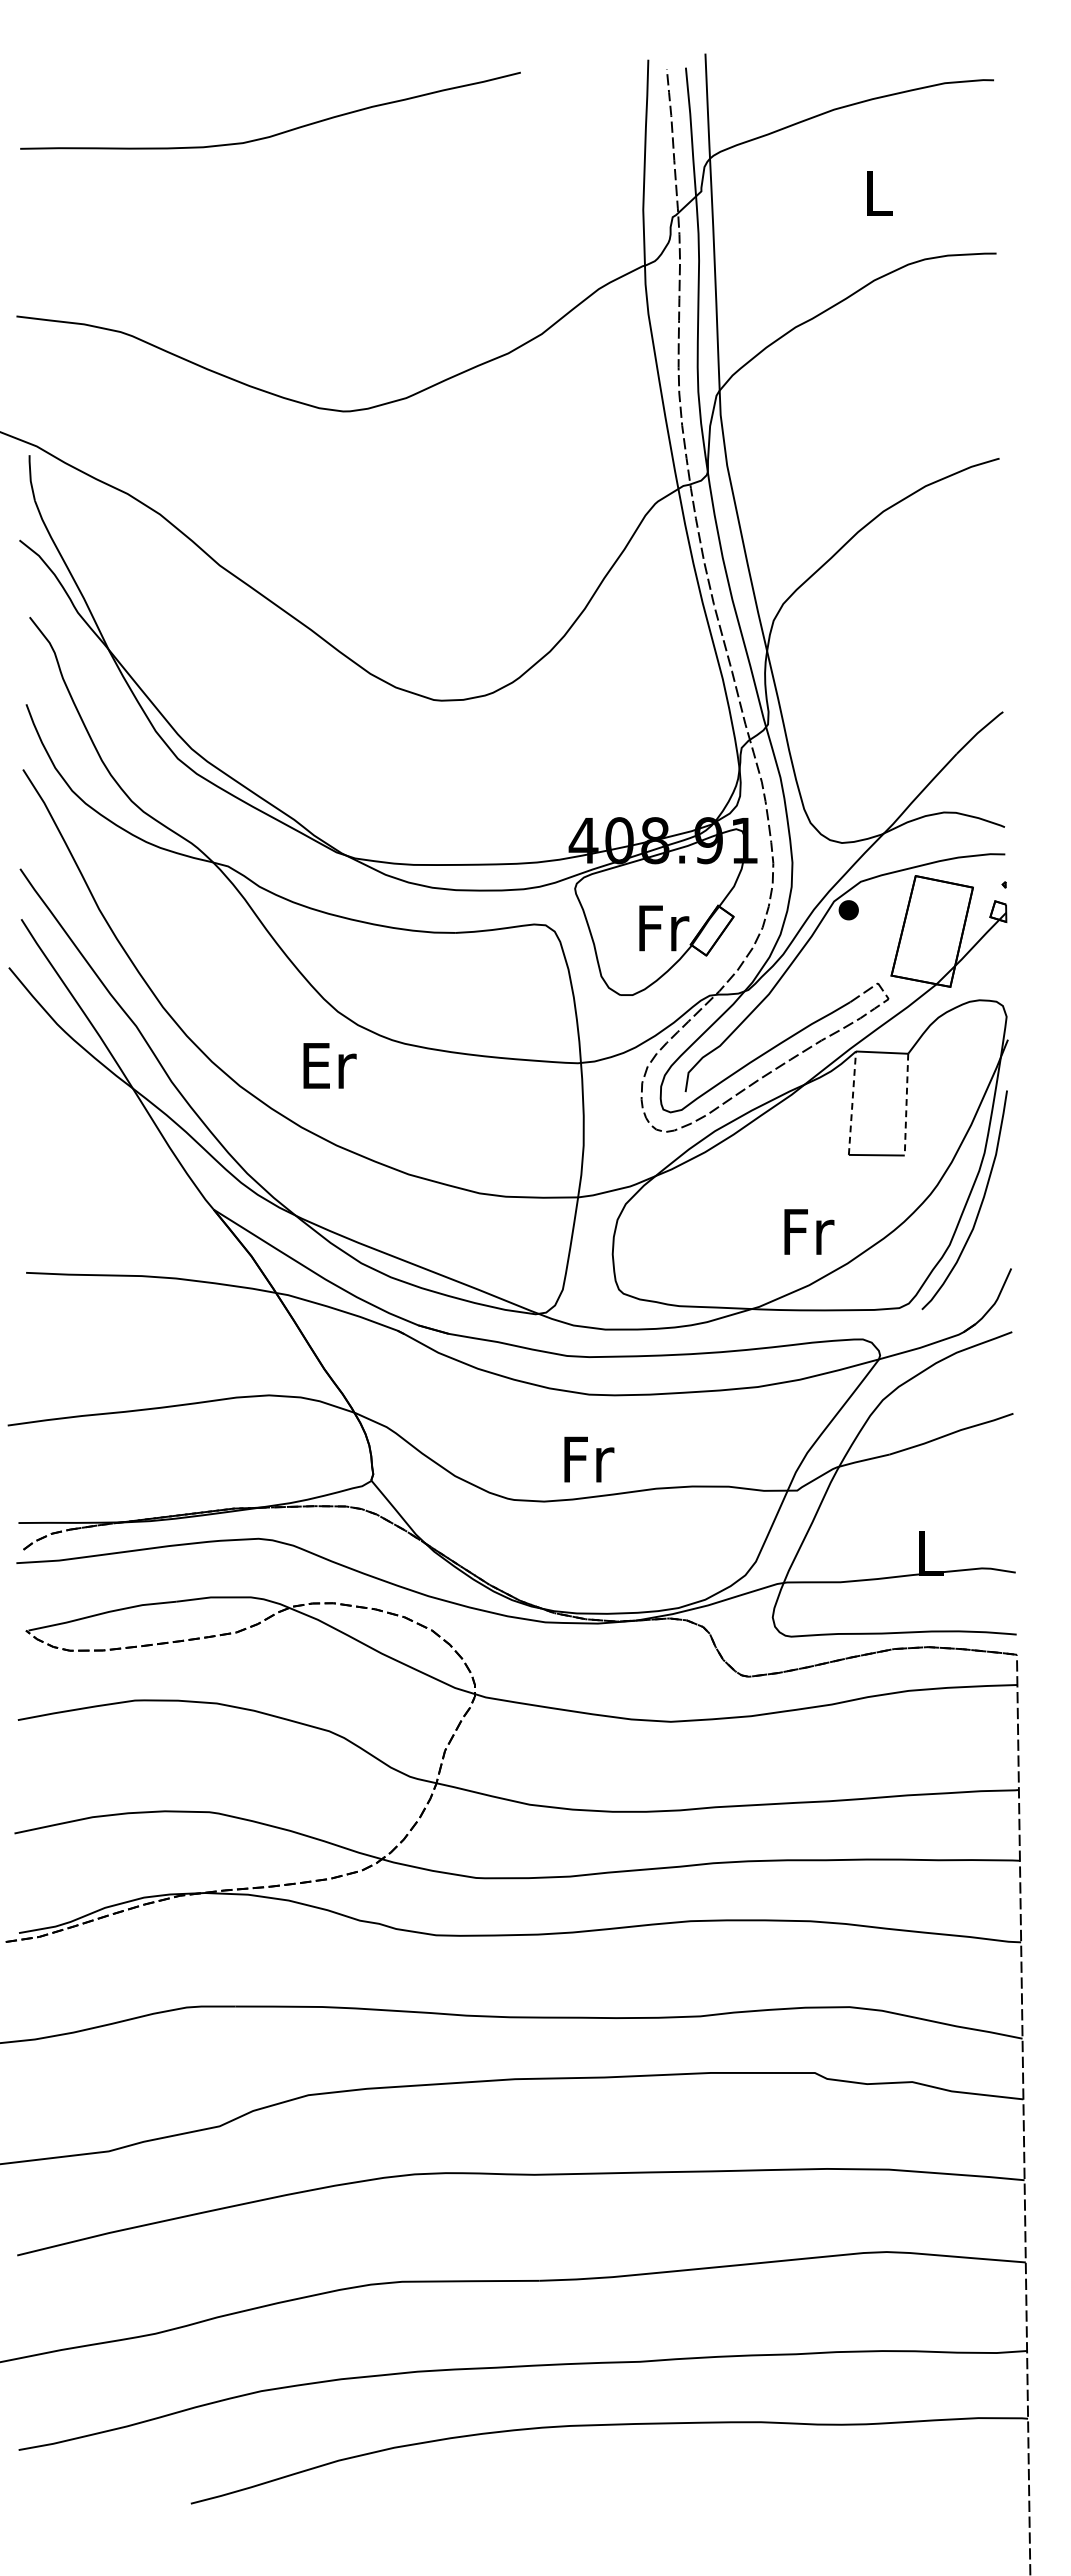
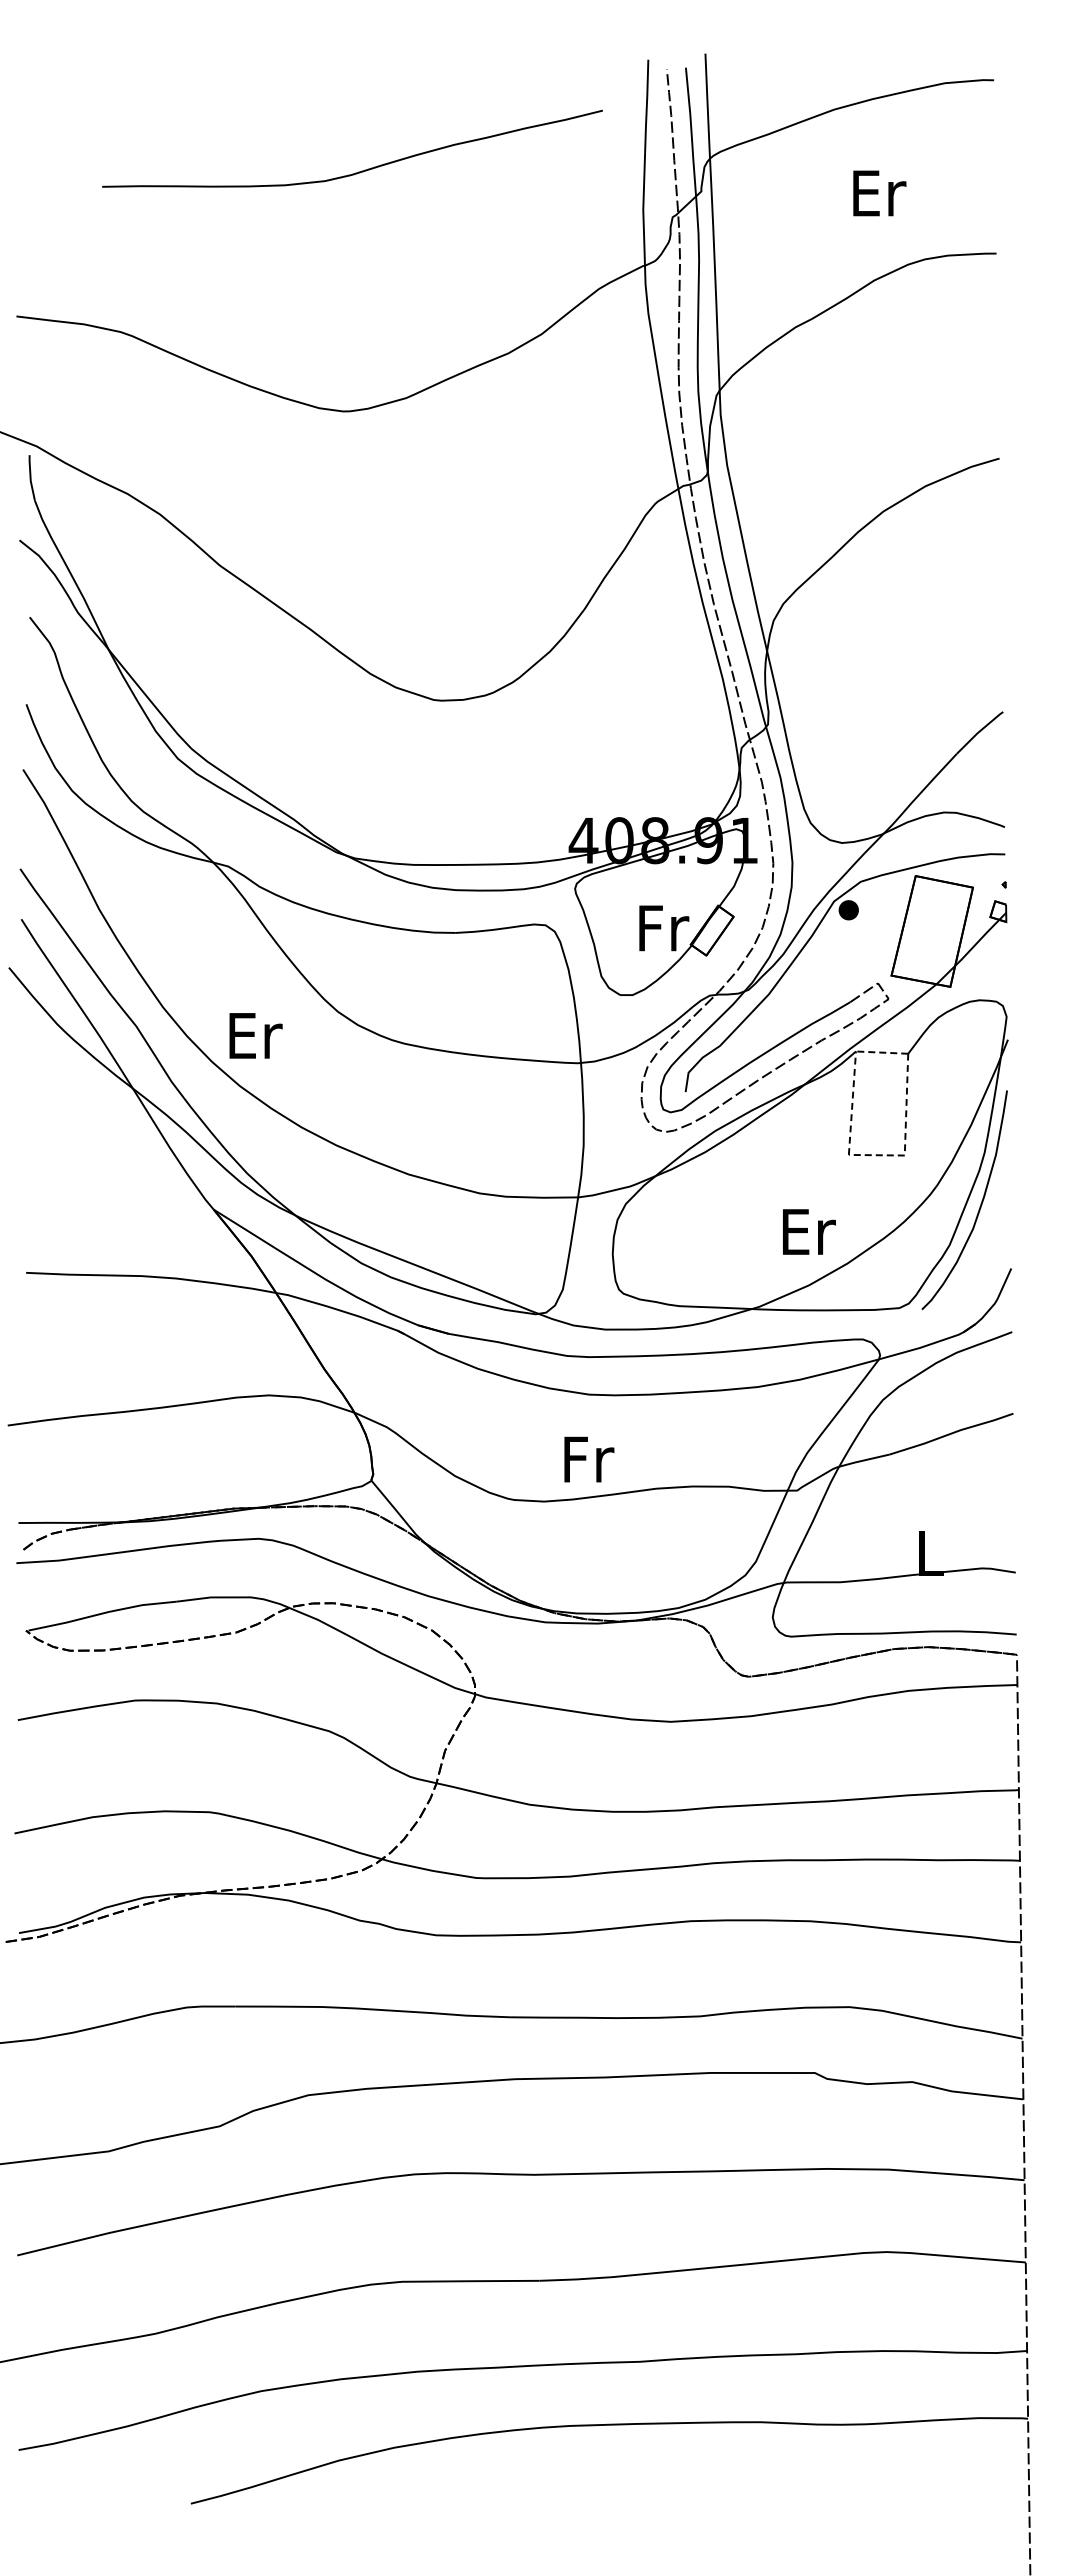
curve at (279, 132) position: (279, 132) -> (361, 170)
text at (879, 193): L -> Er
line at (881, 1052): solid -> dashed
text at (329, 1065) position: (329, 1065) -> (255, 1035)
line at (876, 1155): solid -> dashed
text at (809, 1231): Fr -> Er
